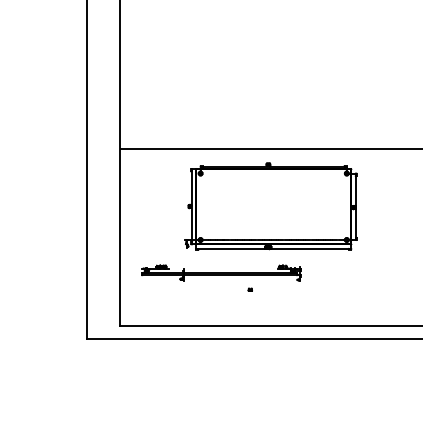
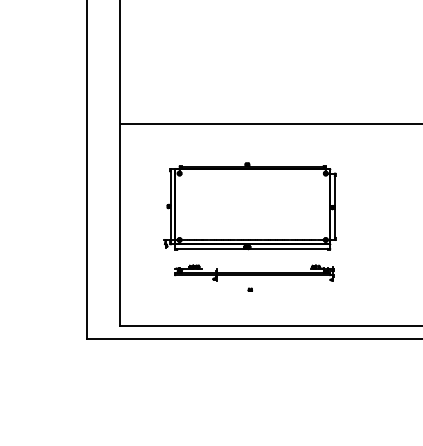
line at (270, 148) position: (270, 148) -> (270, 123)
part at (270, 206) position: (270, 206) -> (249, 206)
part at (221, 272) position: (221, 272) -> (254, 272)
